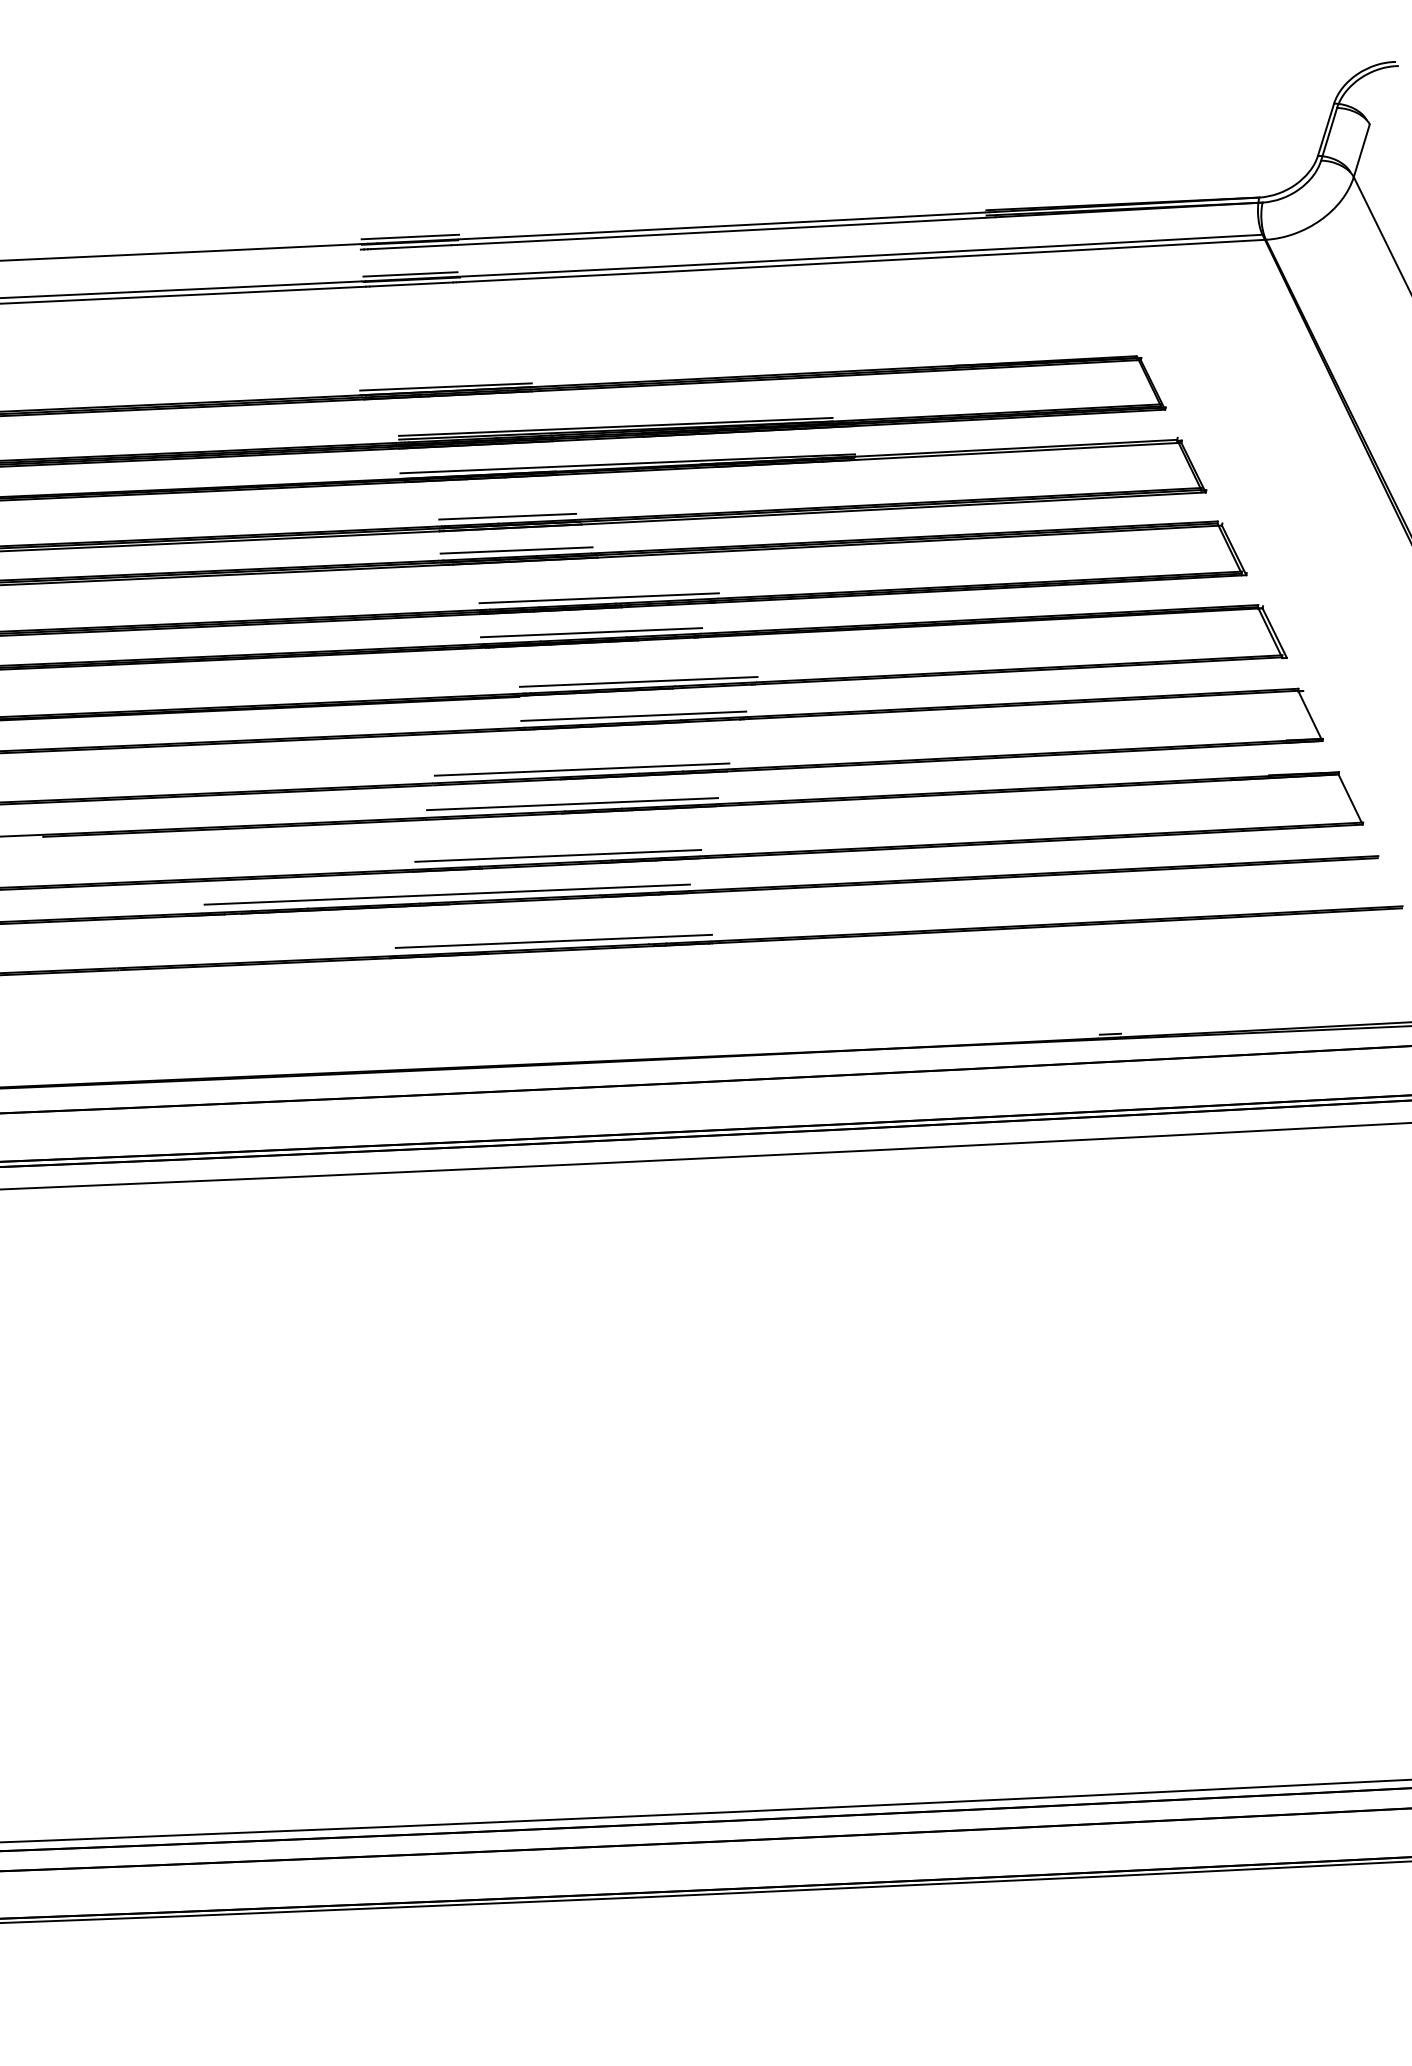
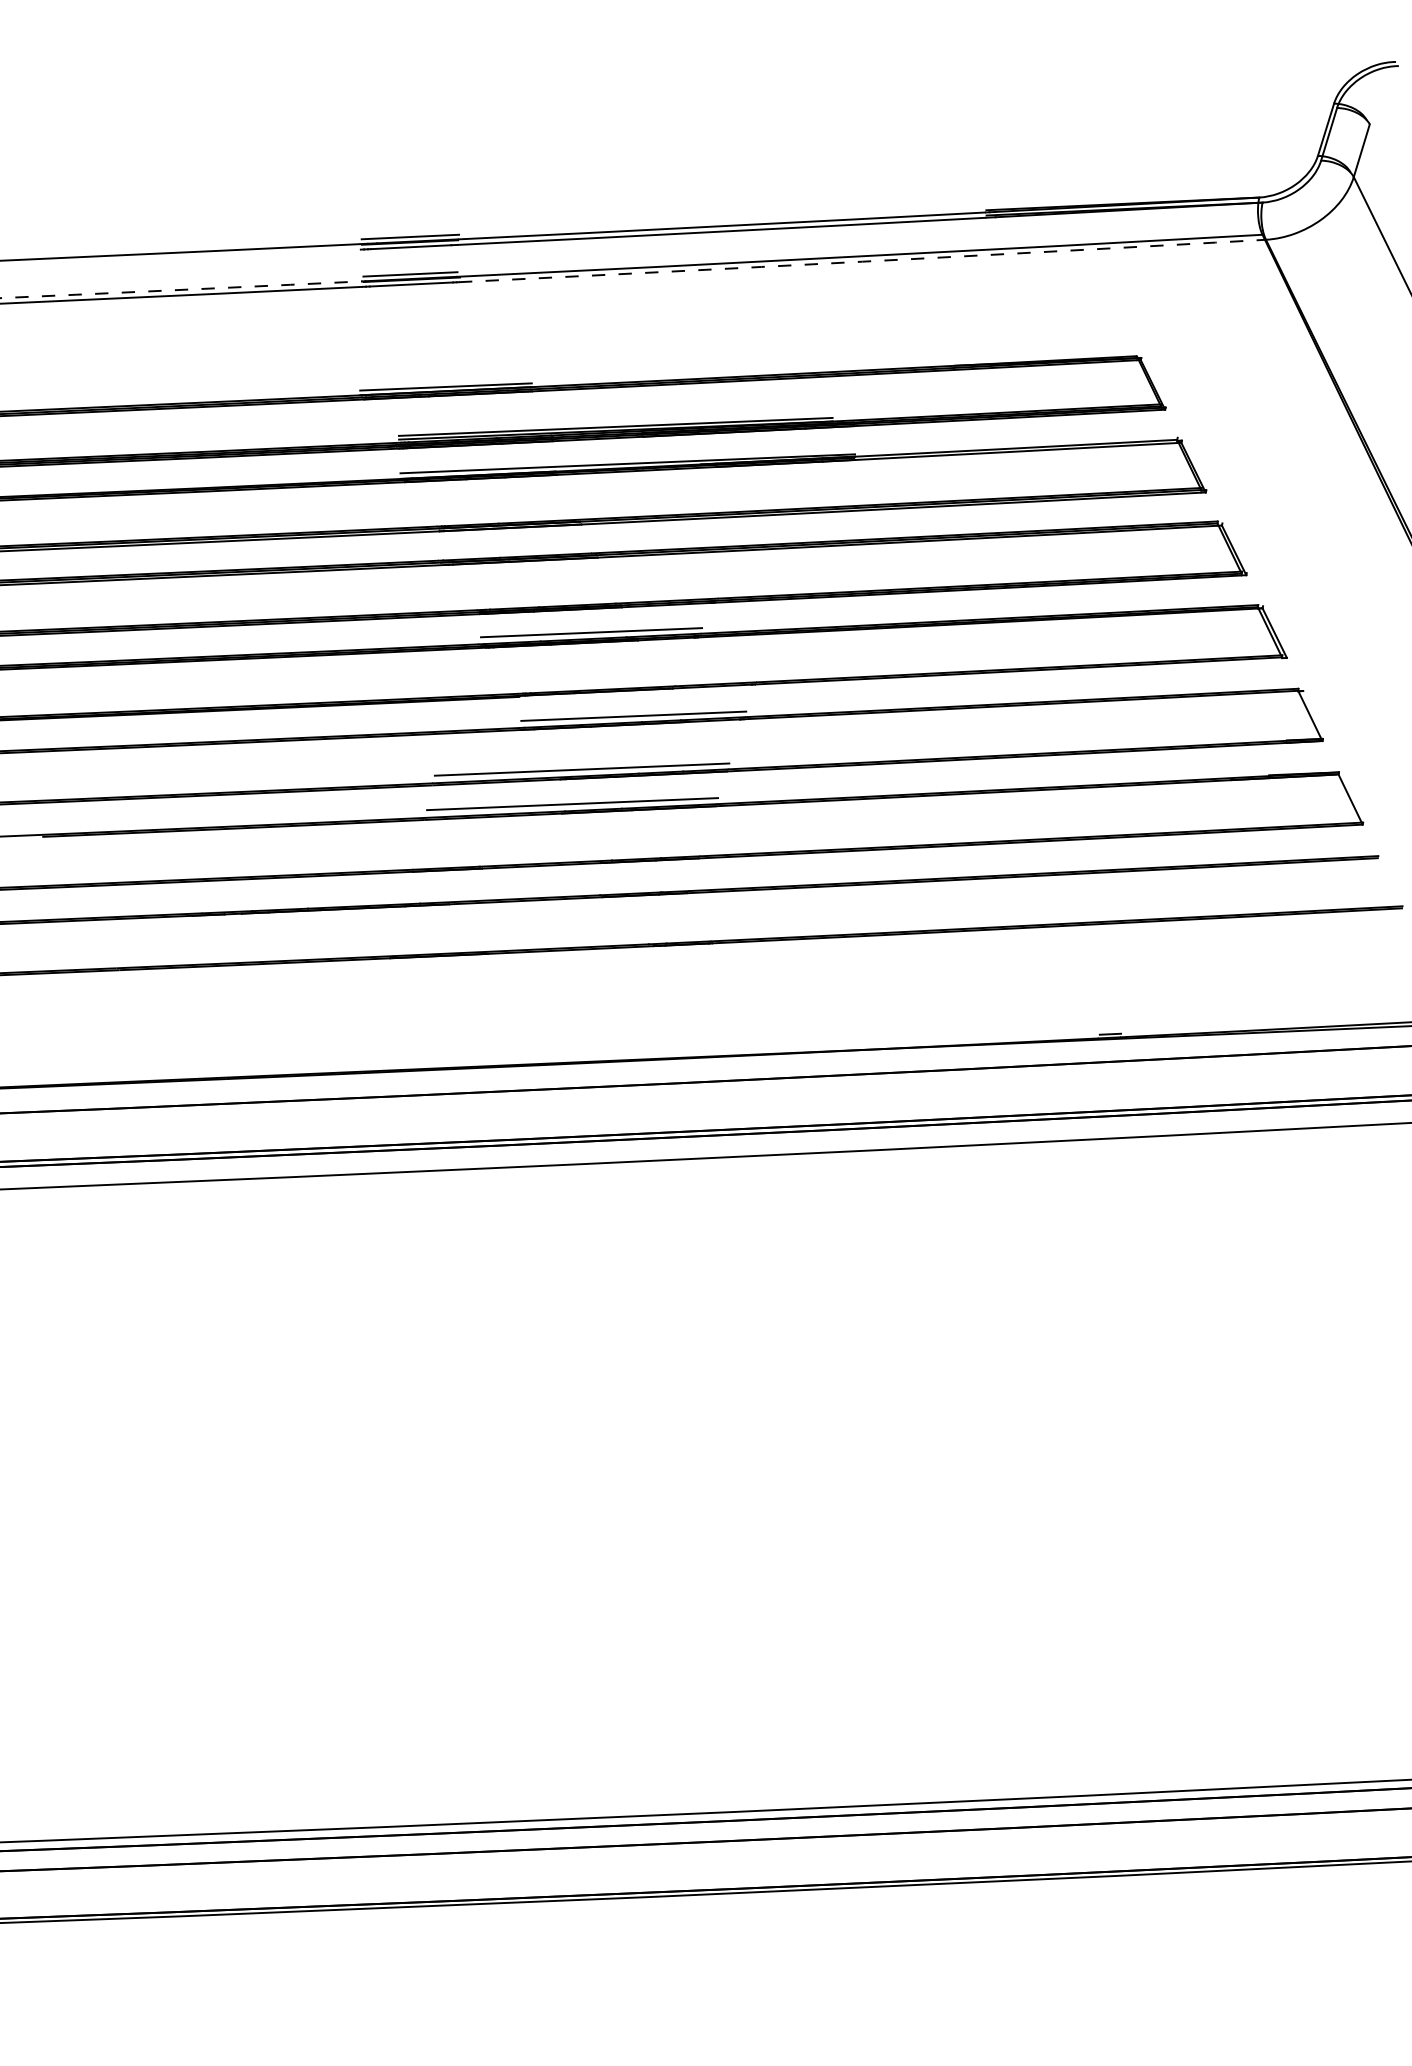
arc at (862, 261): solid -> dashed
arc at (180, 289): solid -> dashed
line at (507, 516): present -> none
line at (516, 550): present -> none
line at (598, 598): present -> none
line at (638, 681): present -> none
line at (558, 855): present -> none
line at (446, 894): present -> none
line at (553, 940): present -> none
